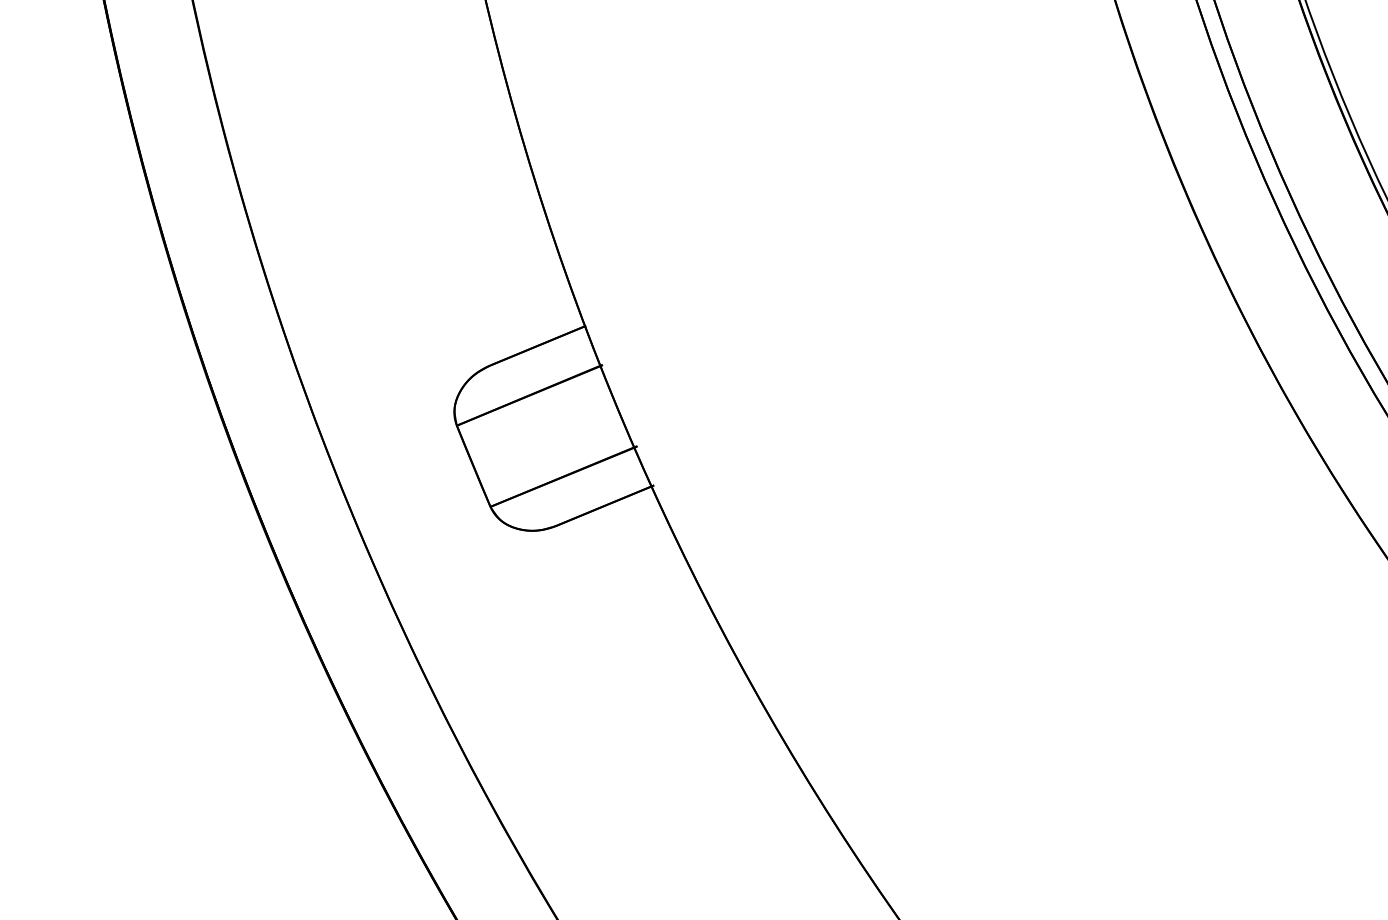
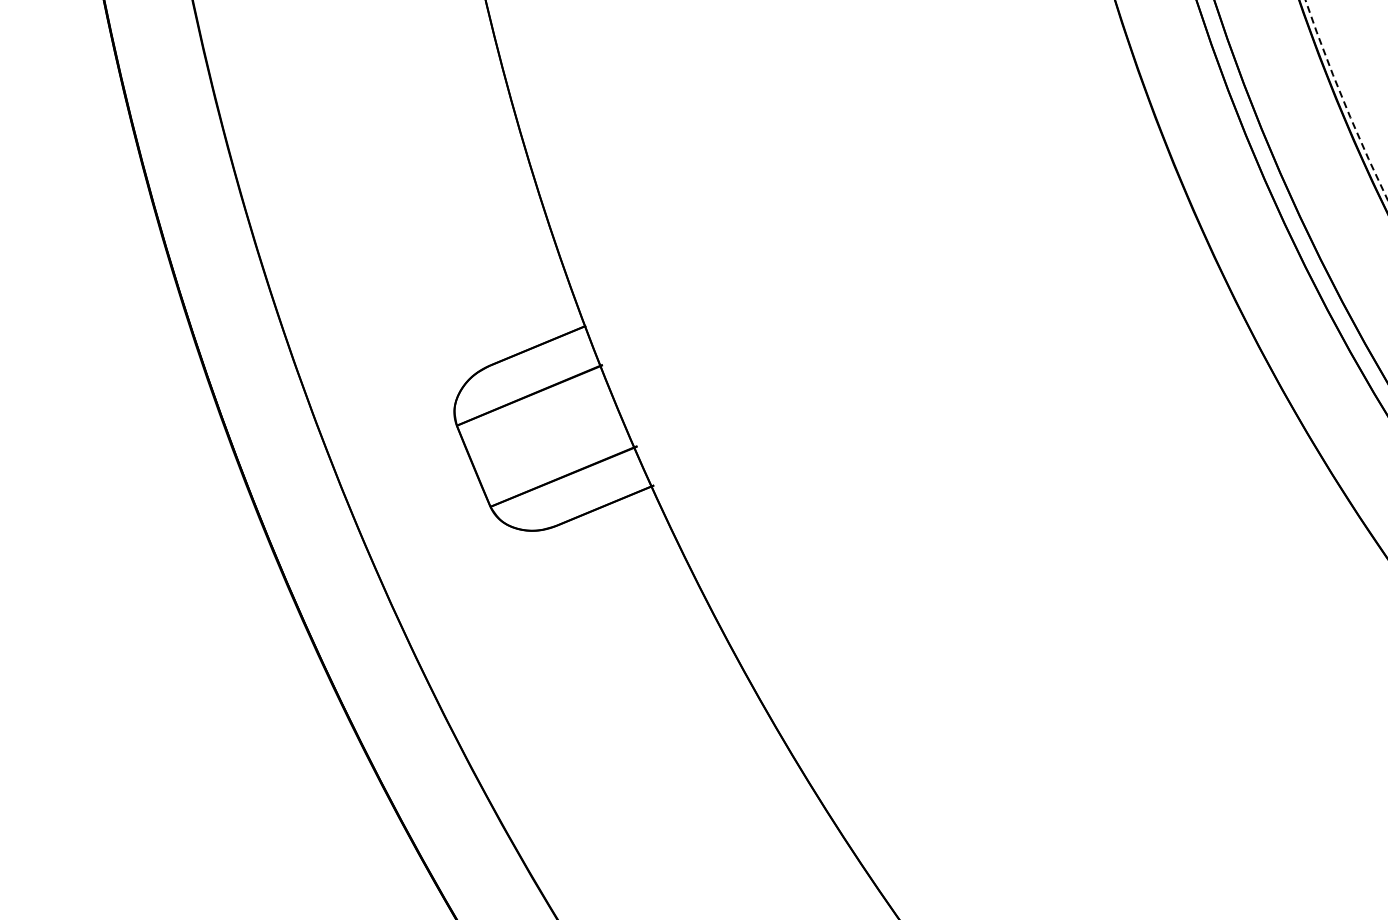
arc at (1343, 100): solid -> dashed
